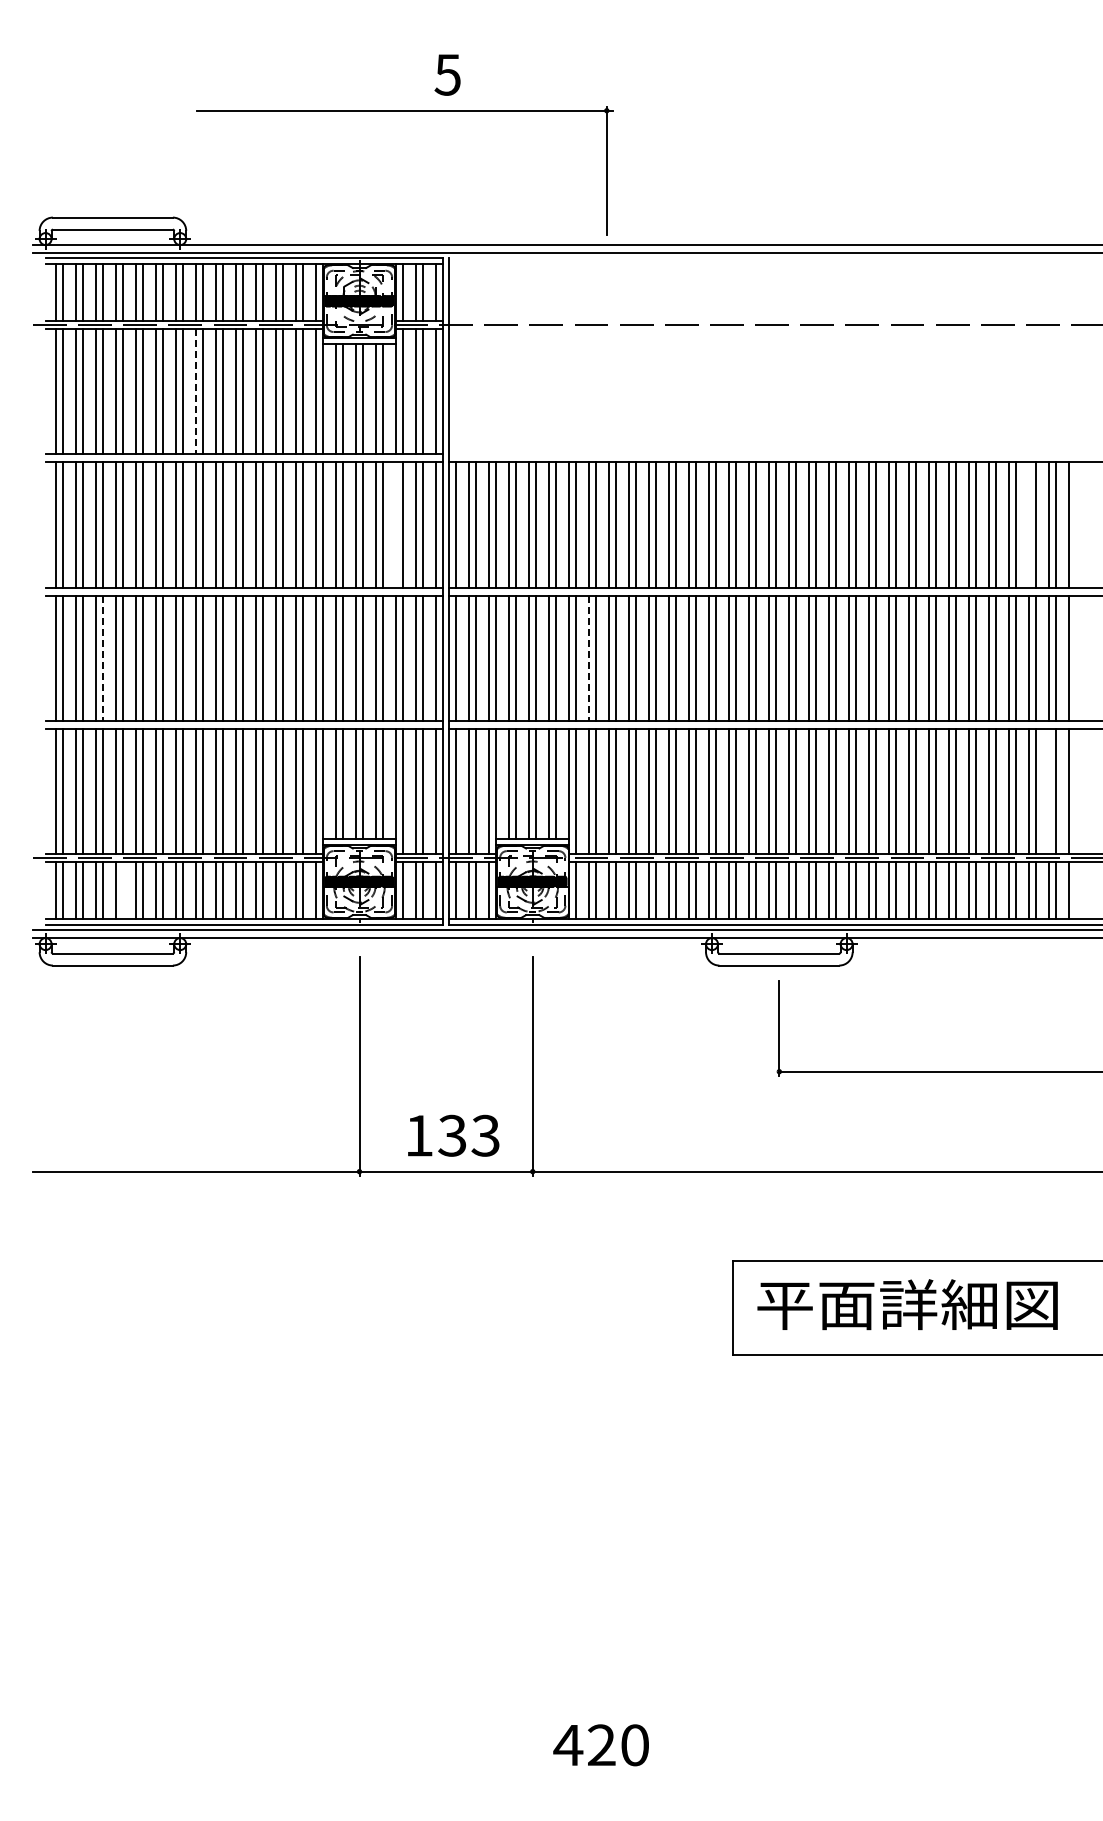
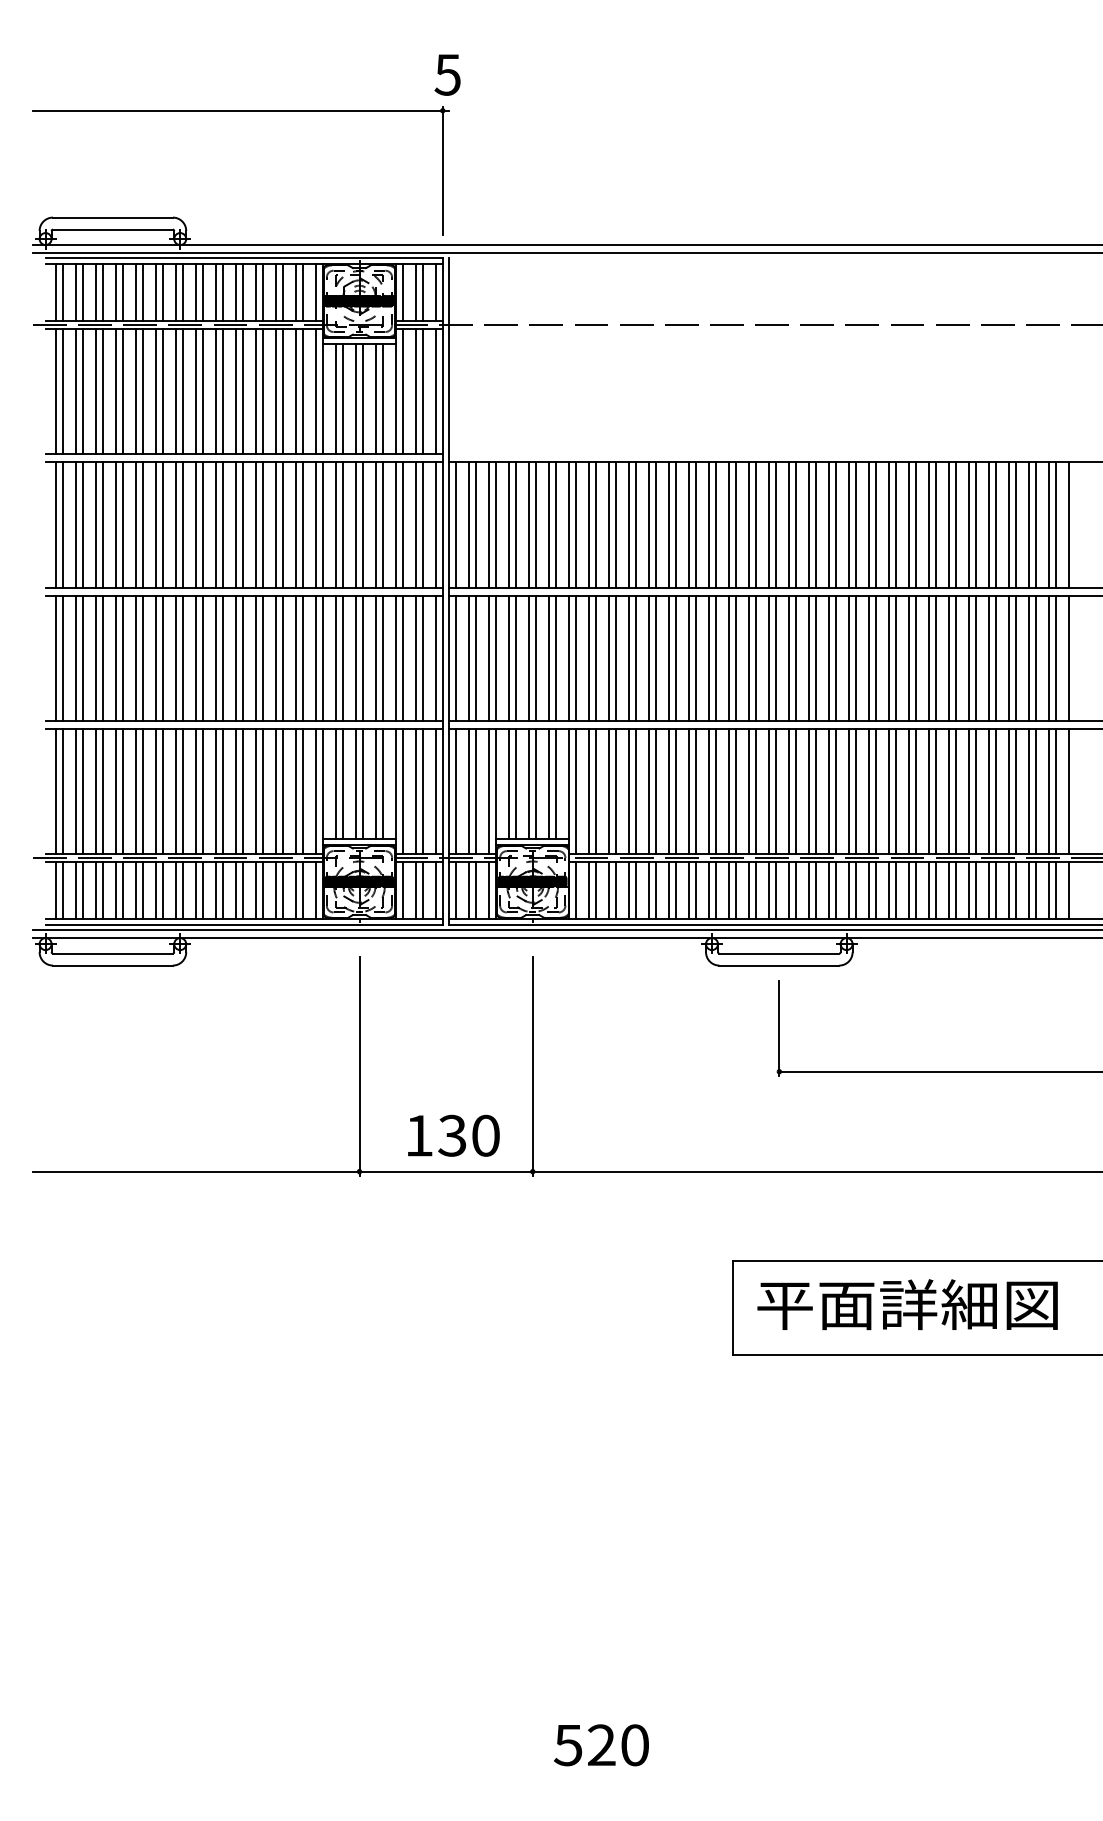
part at (404, 111) position: (404, 111) -> (240, 111)
line at (196, 391): dashed -> solid
line at (396, 524): none -> present
line at (1029, 524): none -> present
line at (102, 658): dashed -> solid
line at (589, 658): dashed -> solid
line at (1049, 791): none -> present
line at (122, 890): none -> present
text at (485, 1135): 133 -> 130
text at (568, 1745): 420 -> 520
